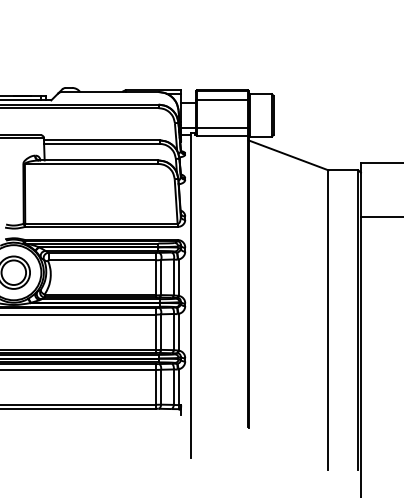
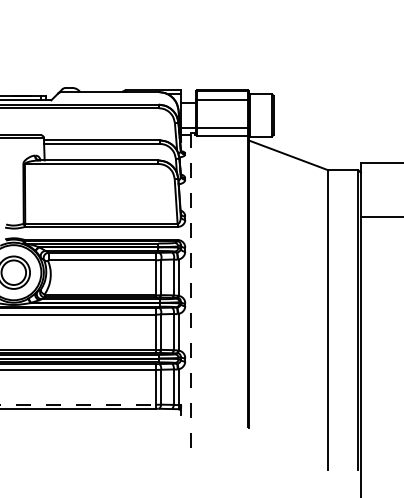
line at (191, 295): solid -> dashed
line at (78, 404): solid -> dashed
